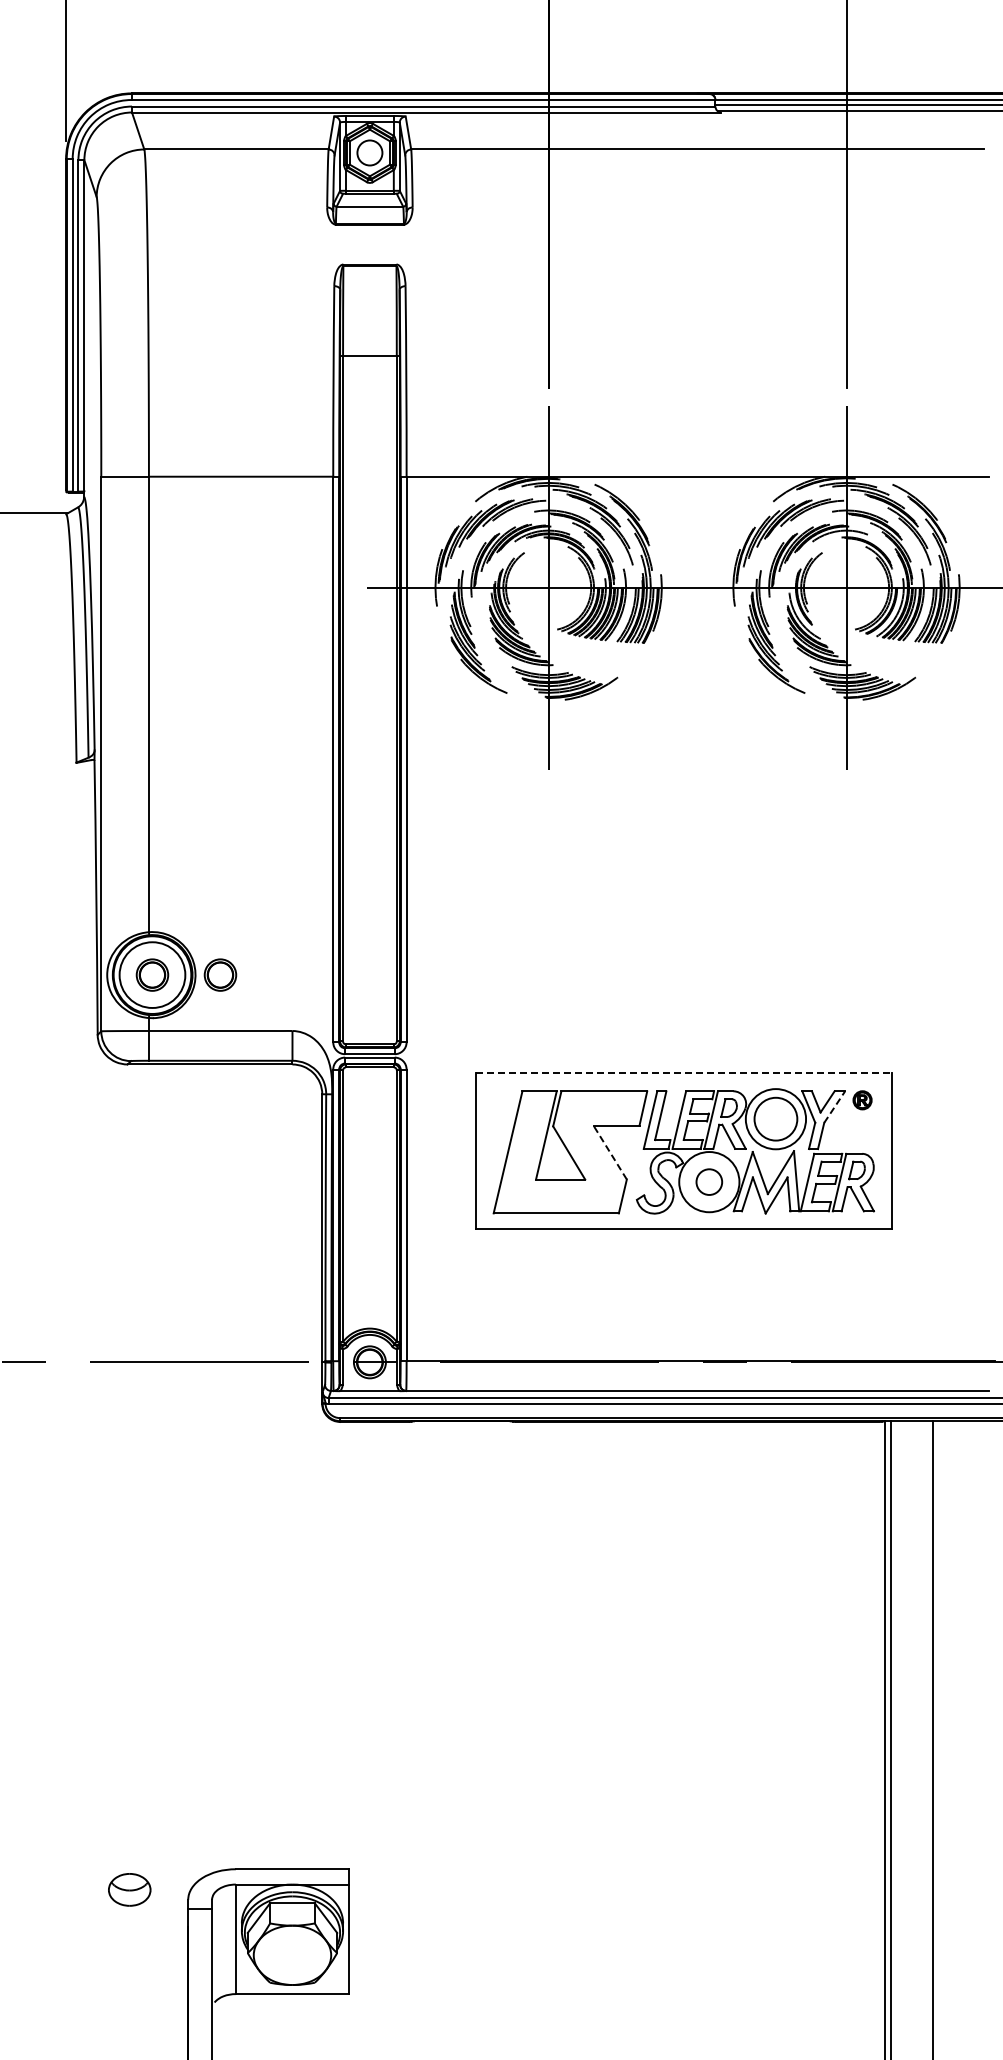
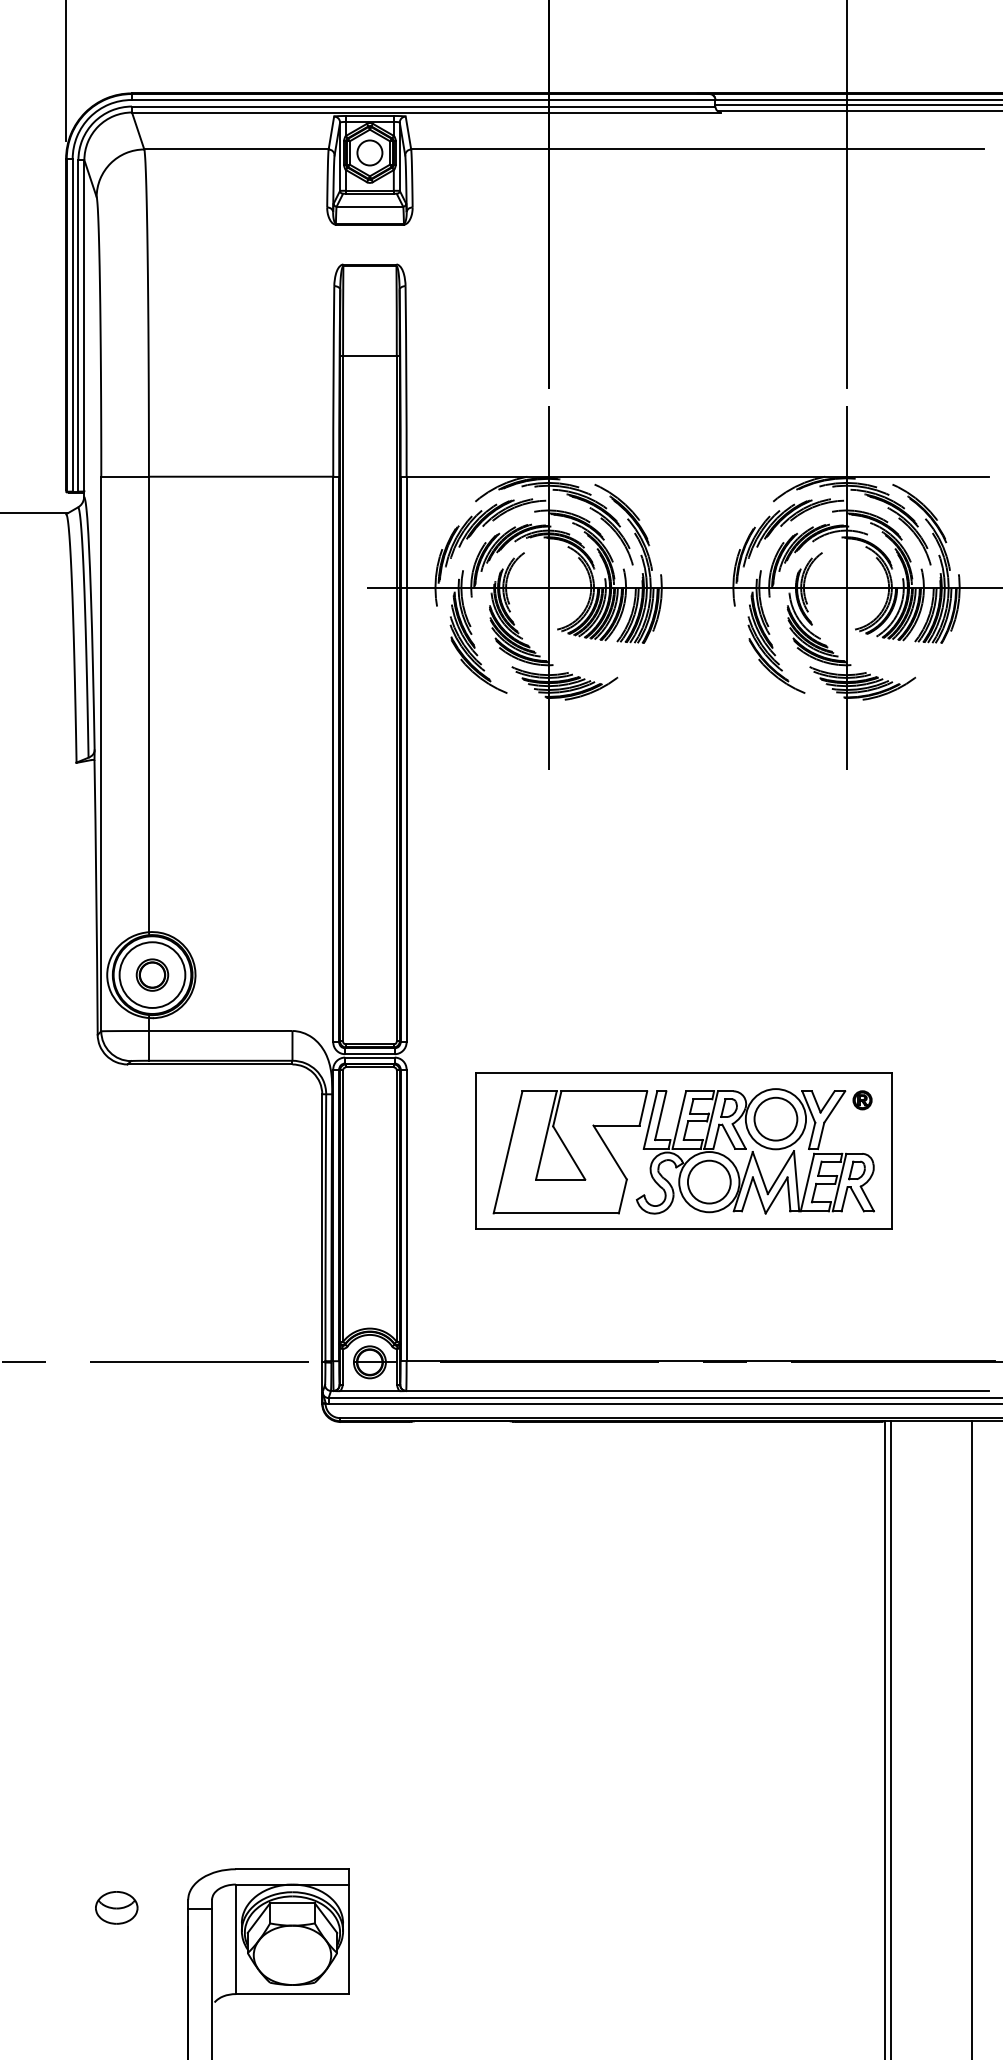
part at (220, 974): present -> none
line at (684, 1073): dashed -> solid
line at (834, 1107): dashed -> solid
line at (610, 1152): dashed -> solid
circle at (709, 1181) diameter: 26 px -> 43 px
line at (932, 1738) position: (932, 1738) -> (971, 1738)
part at (129, 1889) position: (129, 1889) -> (116, 1907)
